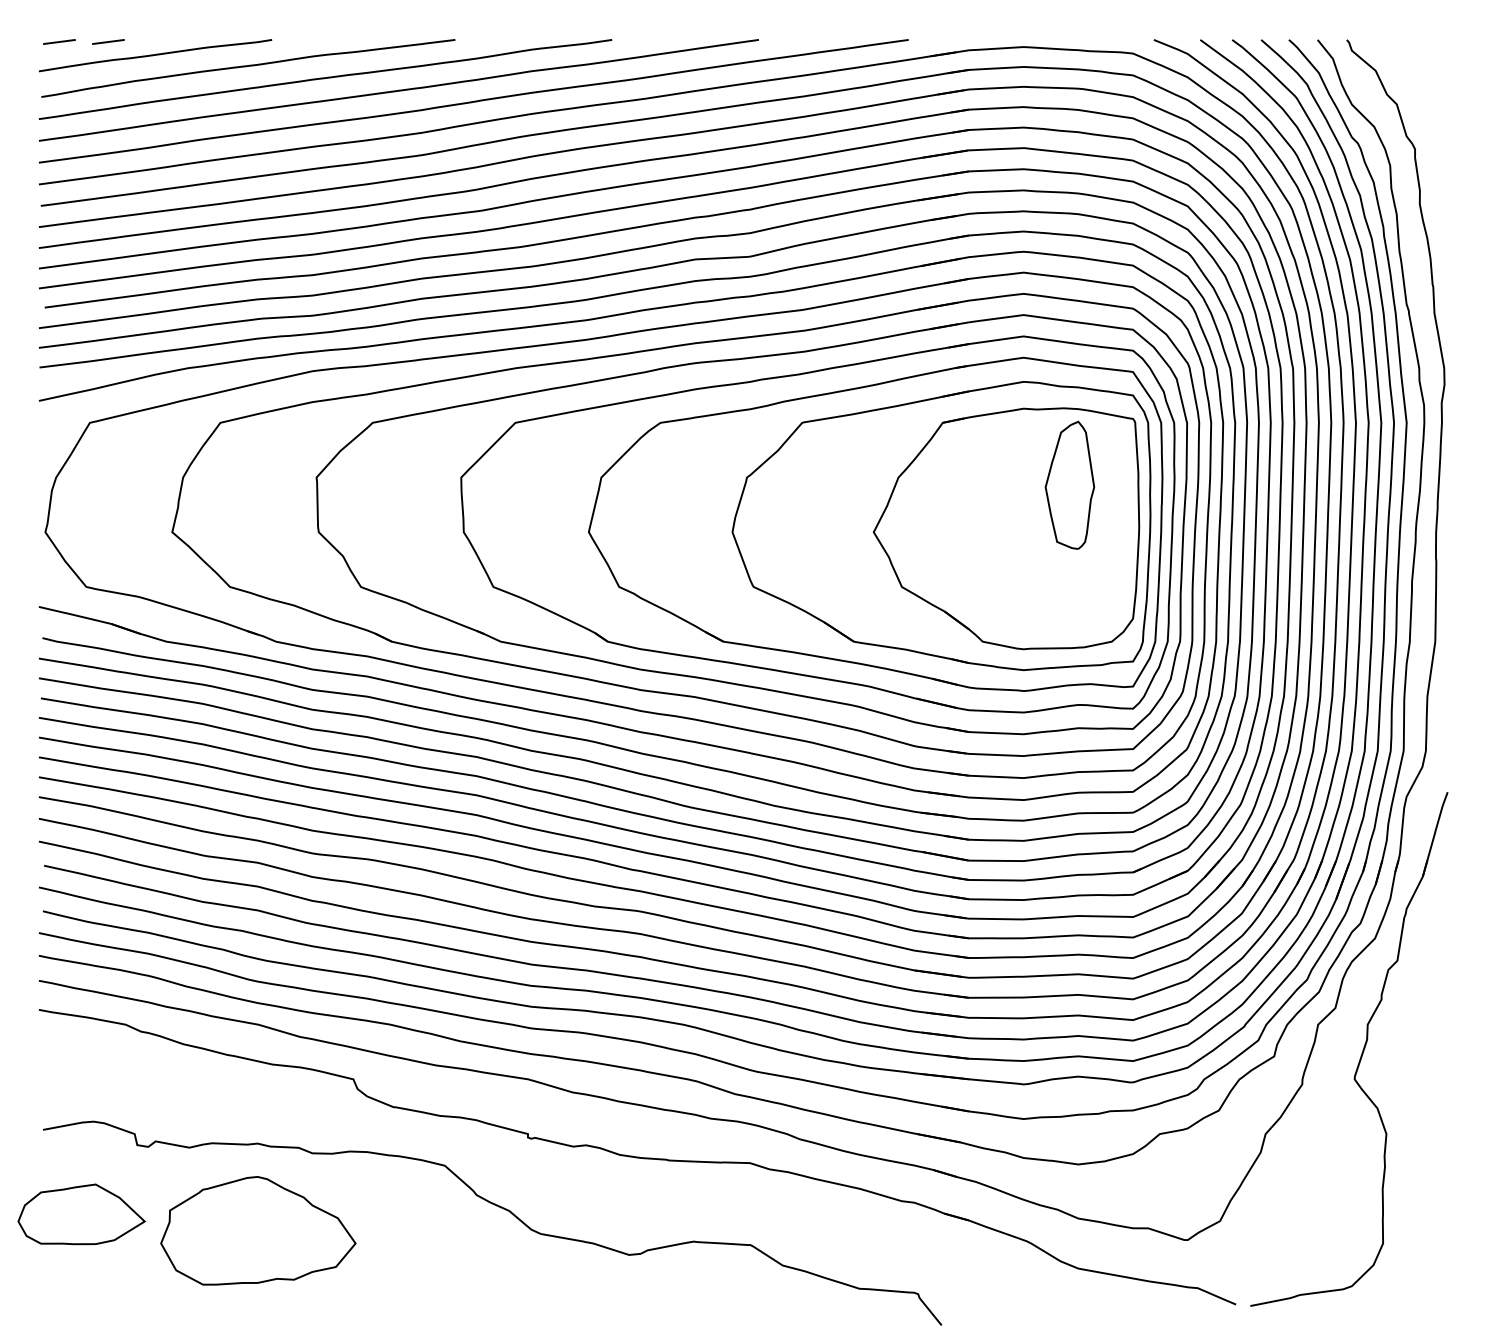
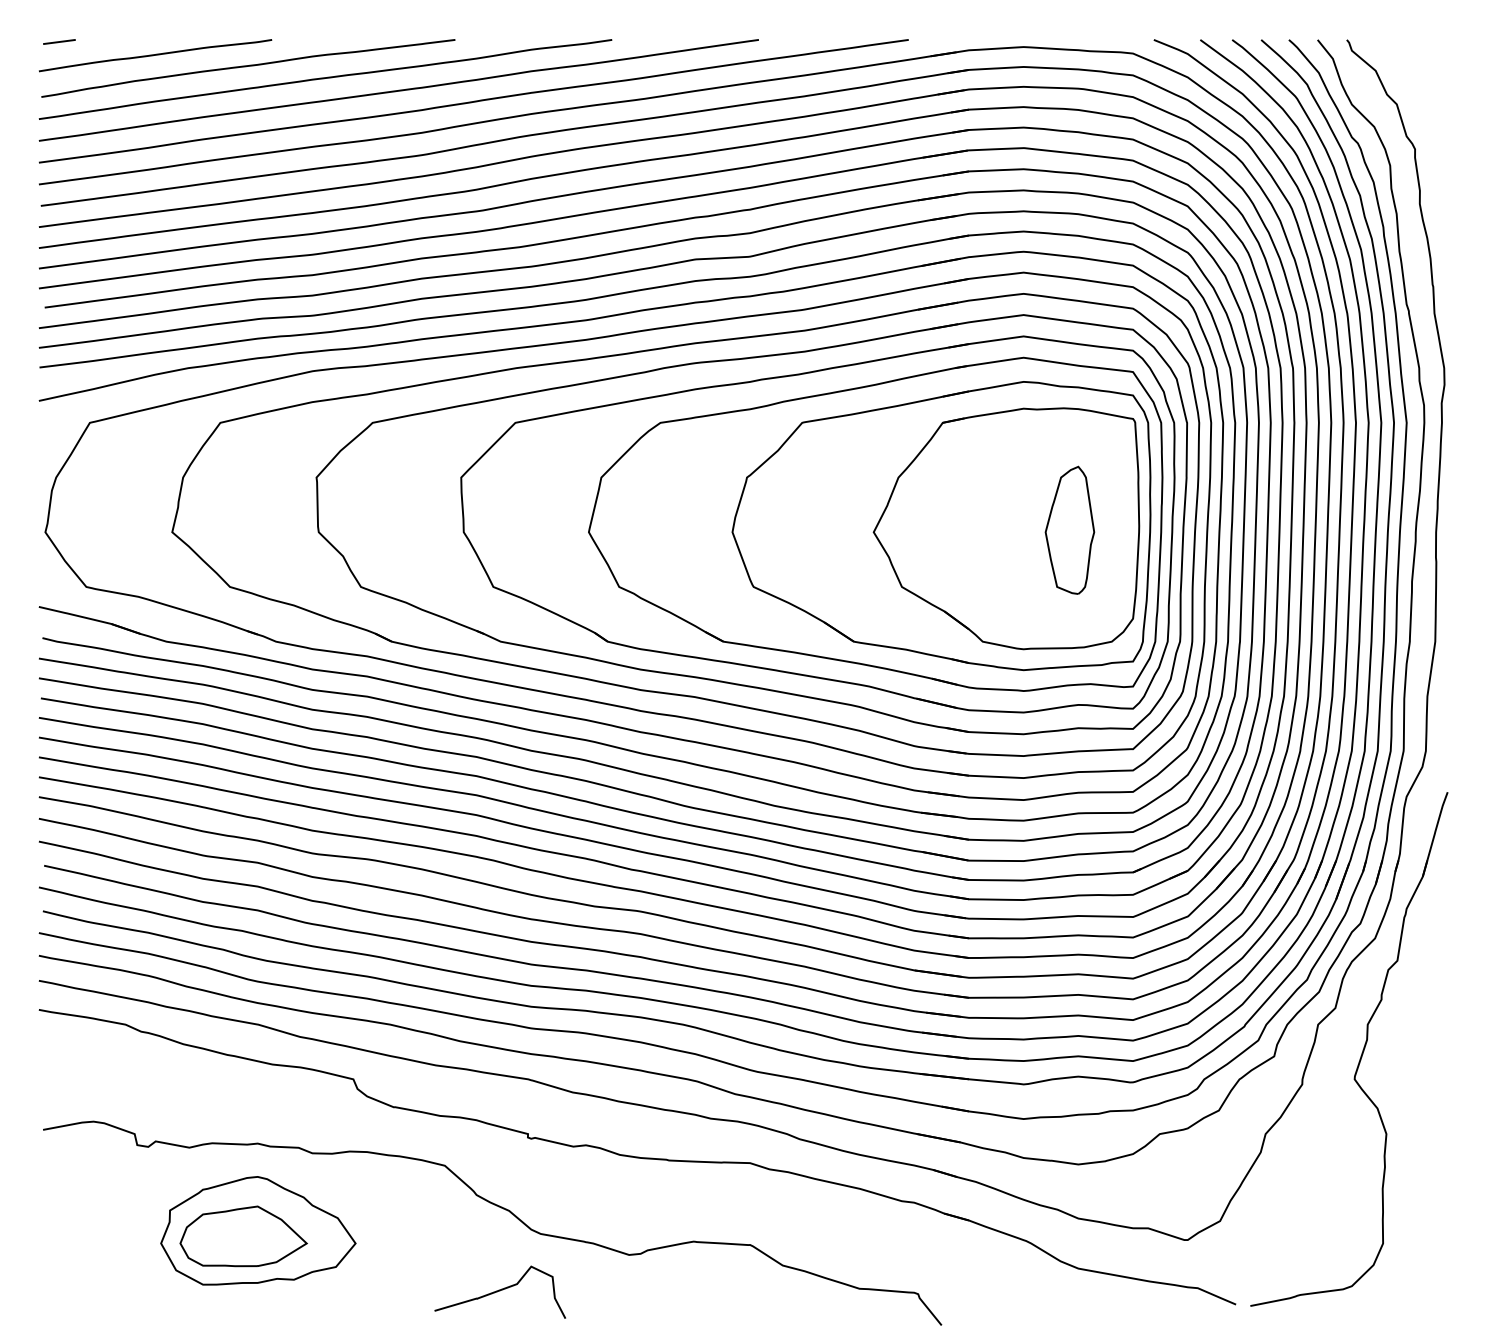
line at (108, 41): present -> none
part at (1069, 484) position: (1069, 484) -> (1069, 529)
part at (81, 1214) position: (81, 1214) -> (243, 1236)
curve at (499, 1291): none -> present
